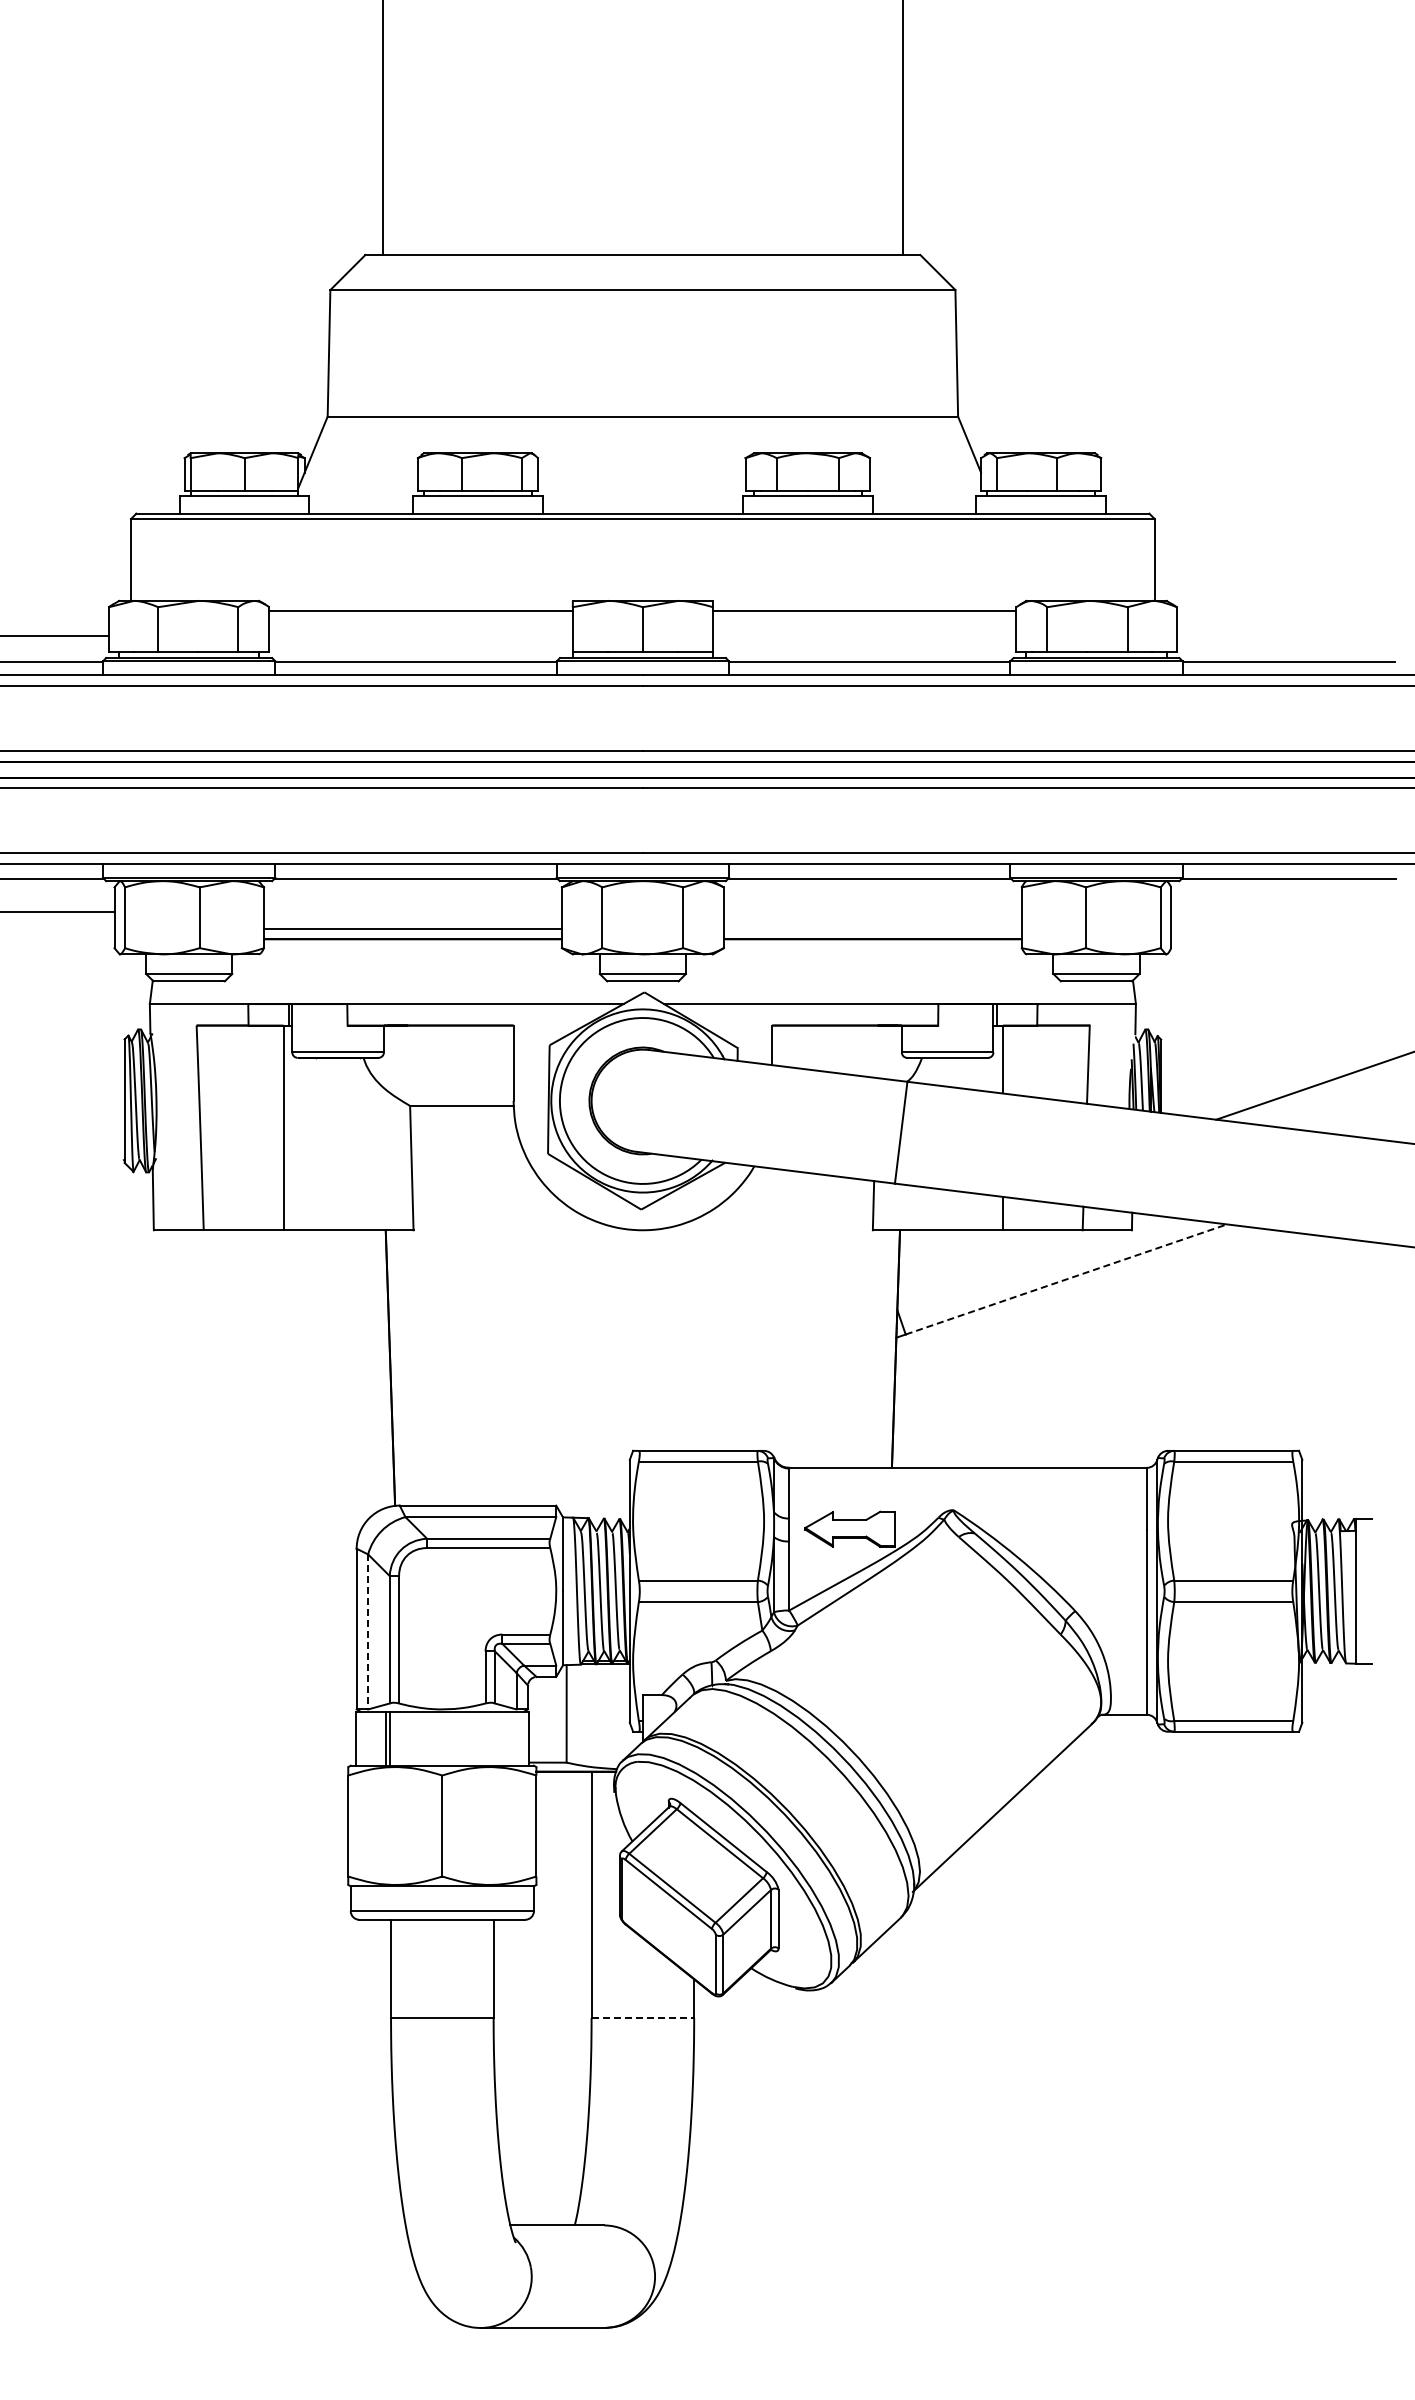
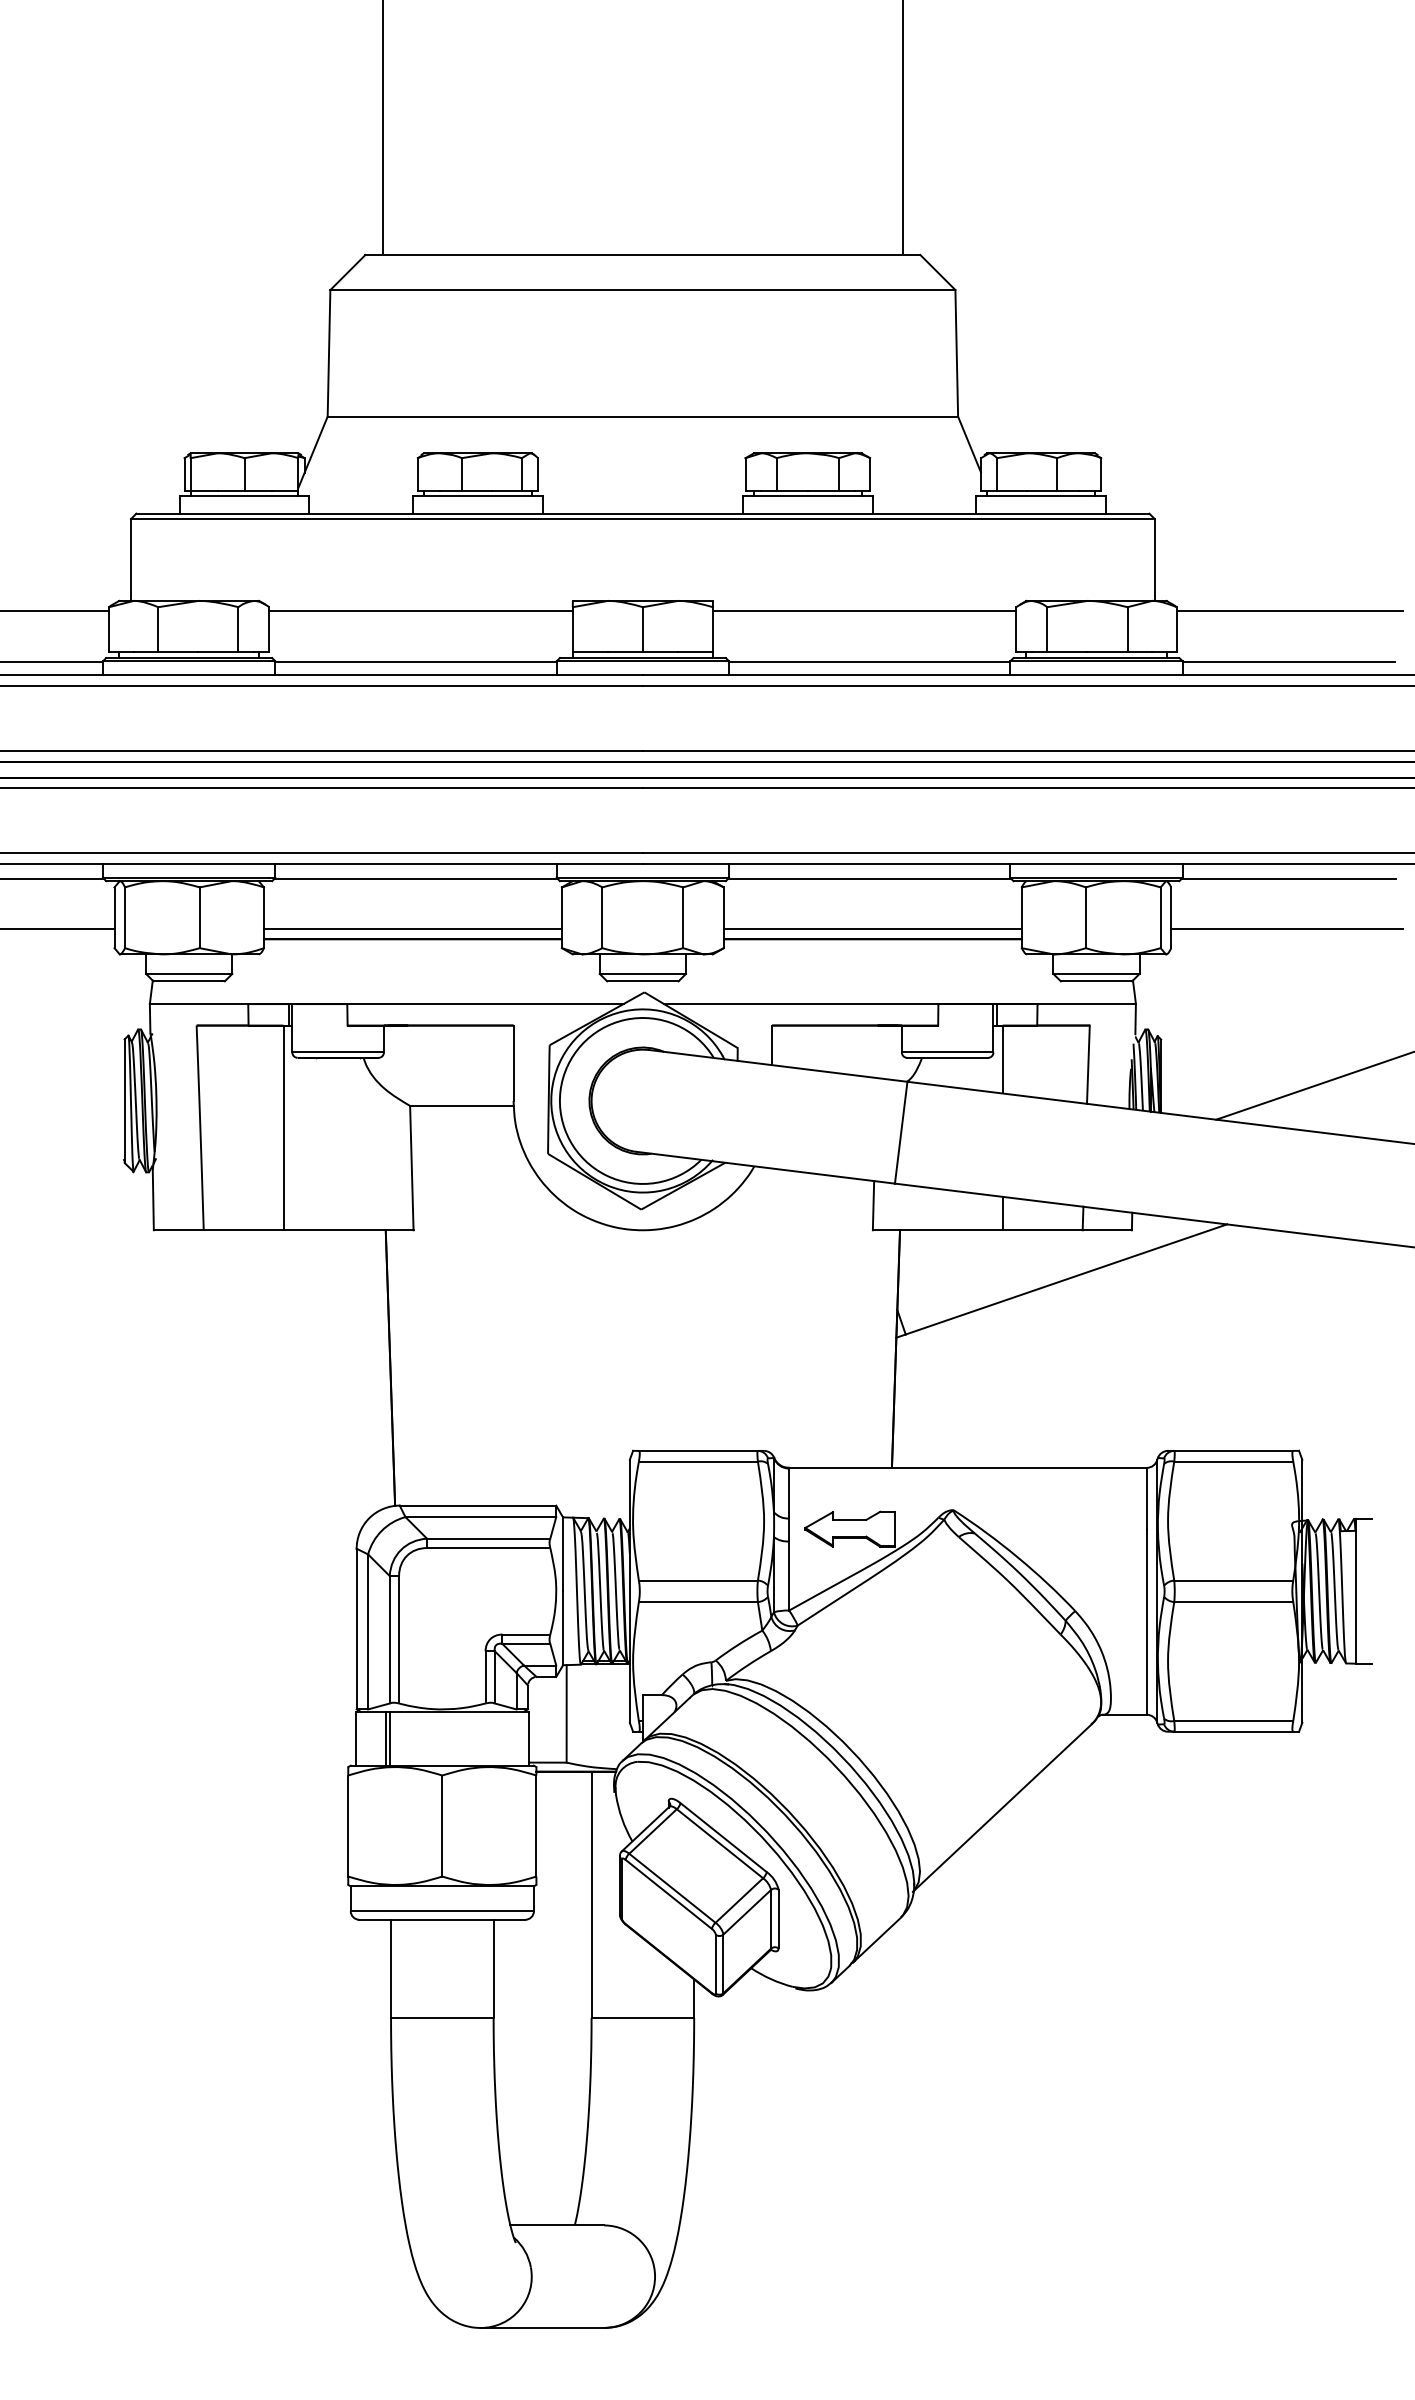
line at (1289, 610): none -> present
line at (55, 635) position: (55, 635) -> (55, 610)
line at (58, 911) position: (58, 911) -> (58, 928)
line at (872, 928): none -> present
line at (1286, 928): none -> present
line at (1066, 1279): dashed -> solid
line at (368, 1632): dashed -> solid
line at (642, 2018): dashed -> solid
